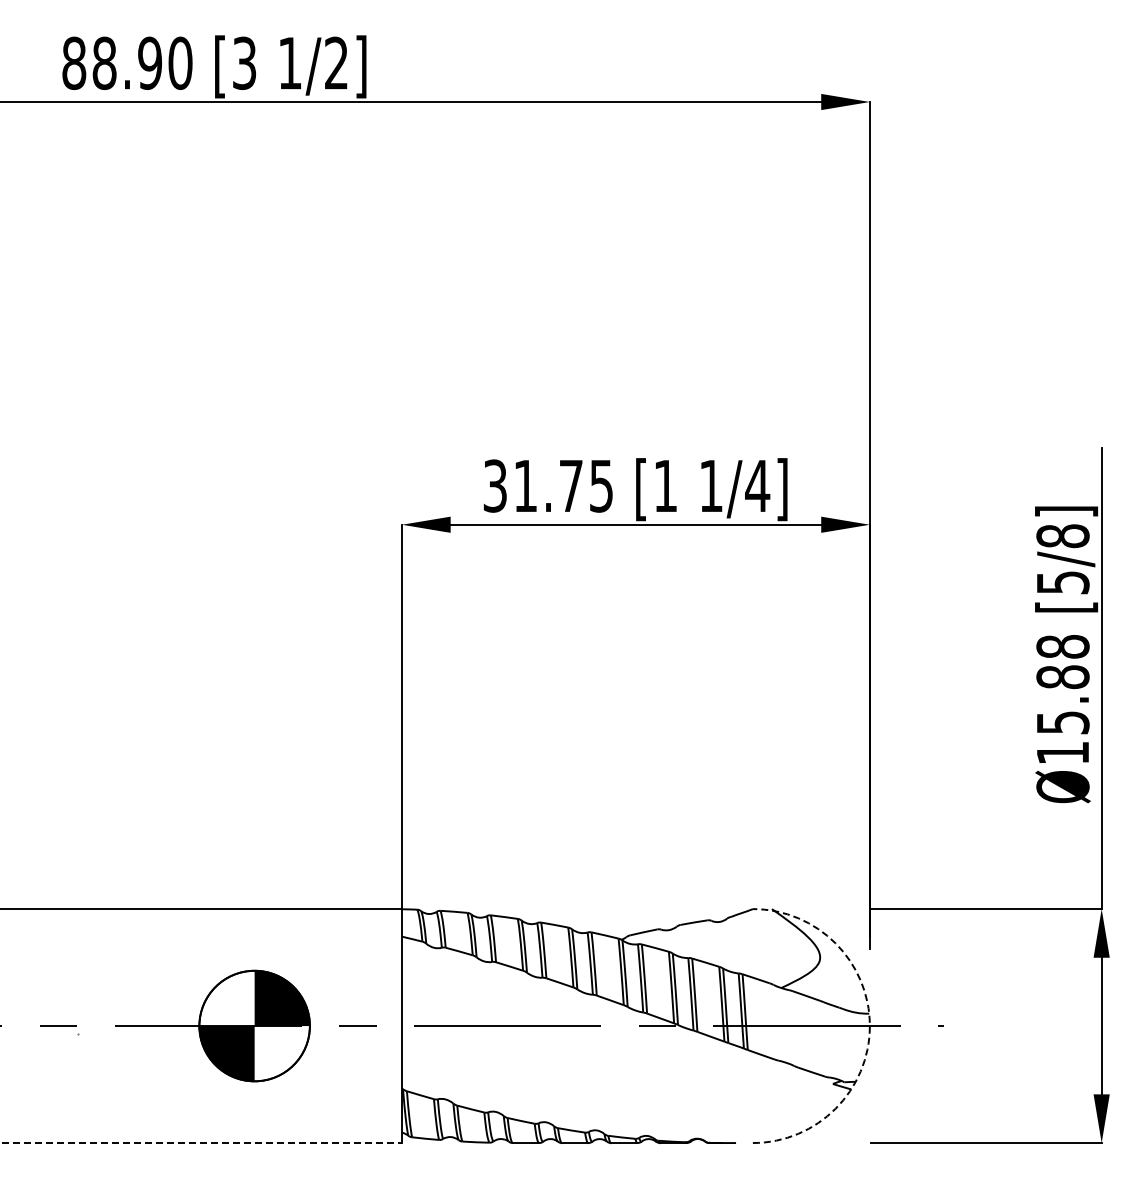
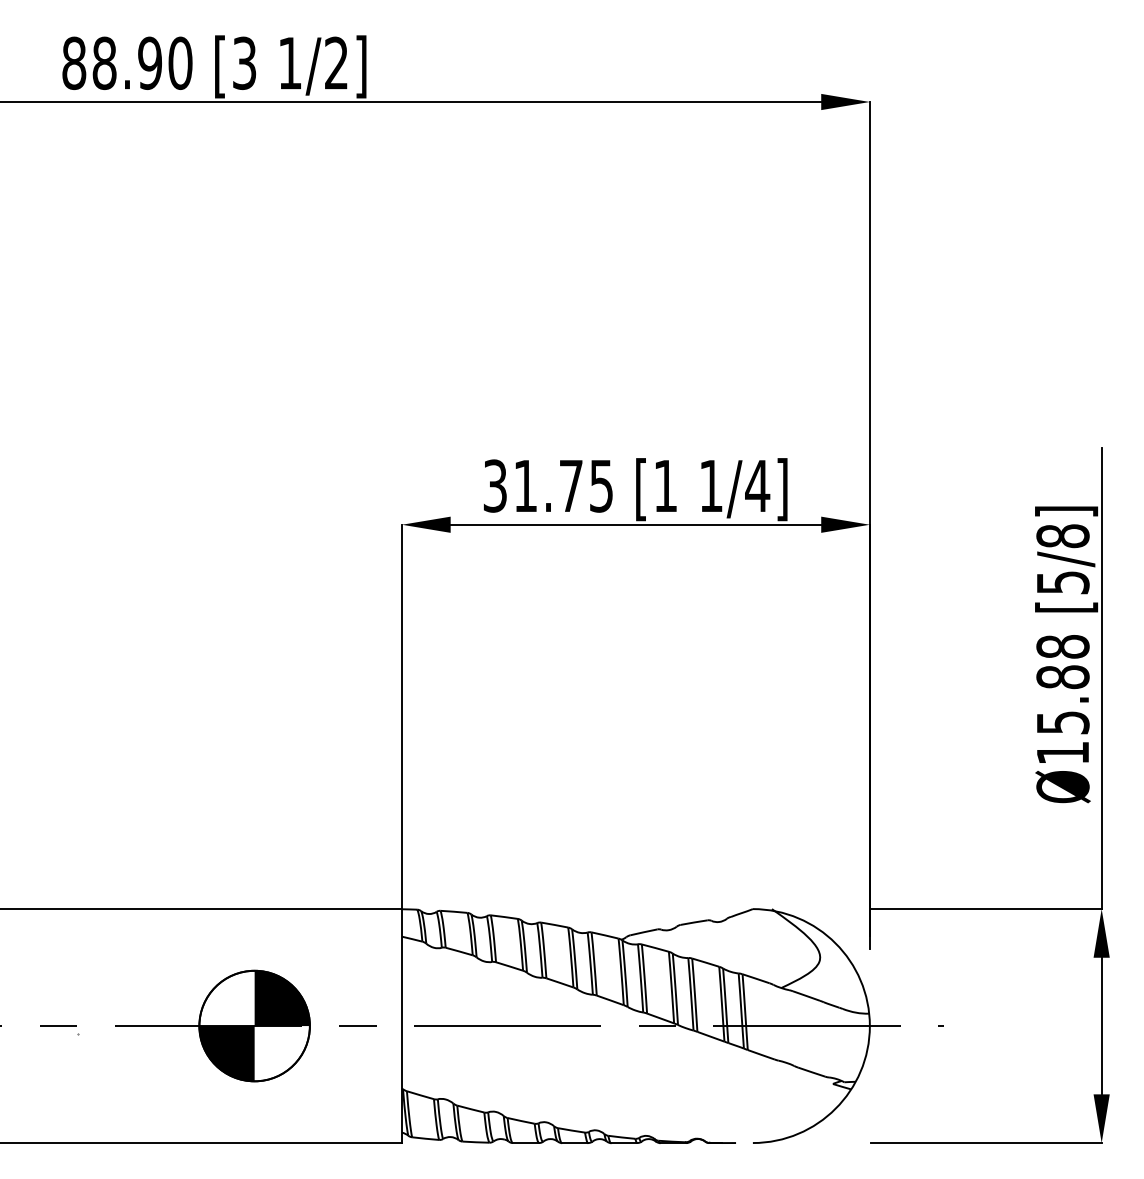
arc at (869, 1026): dashed -> solid
line at (201, 1143): dashed -> solid
